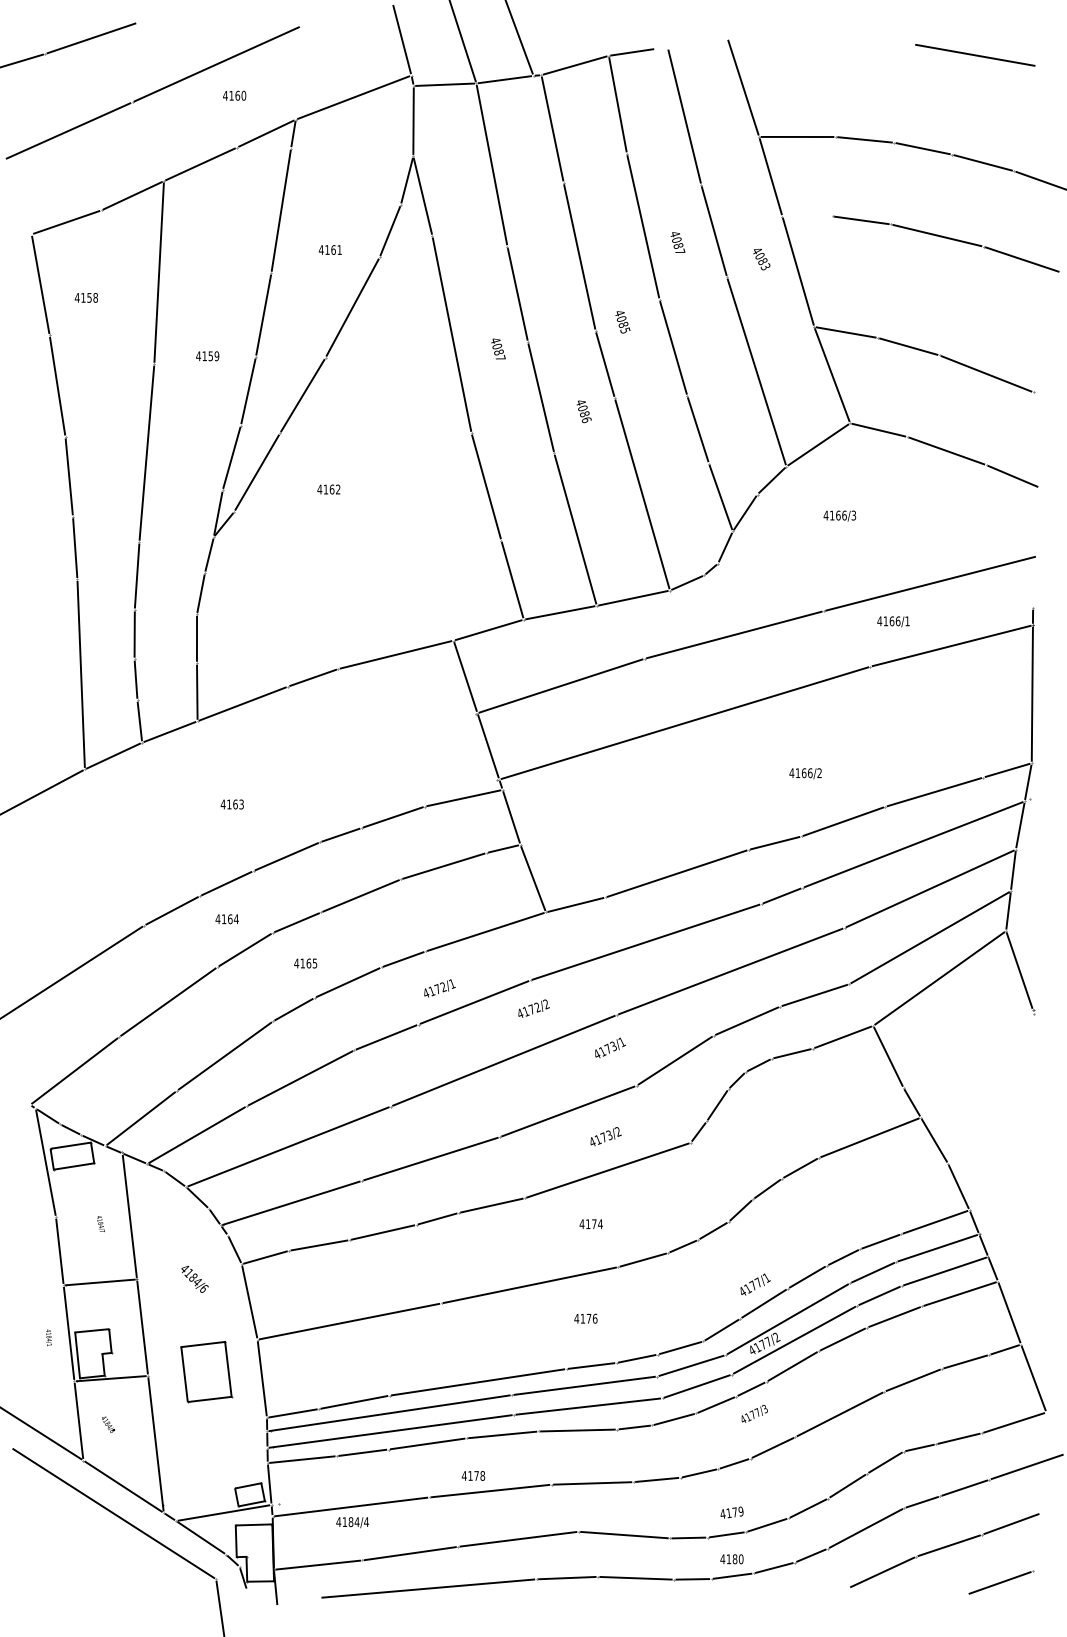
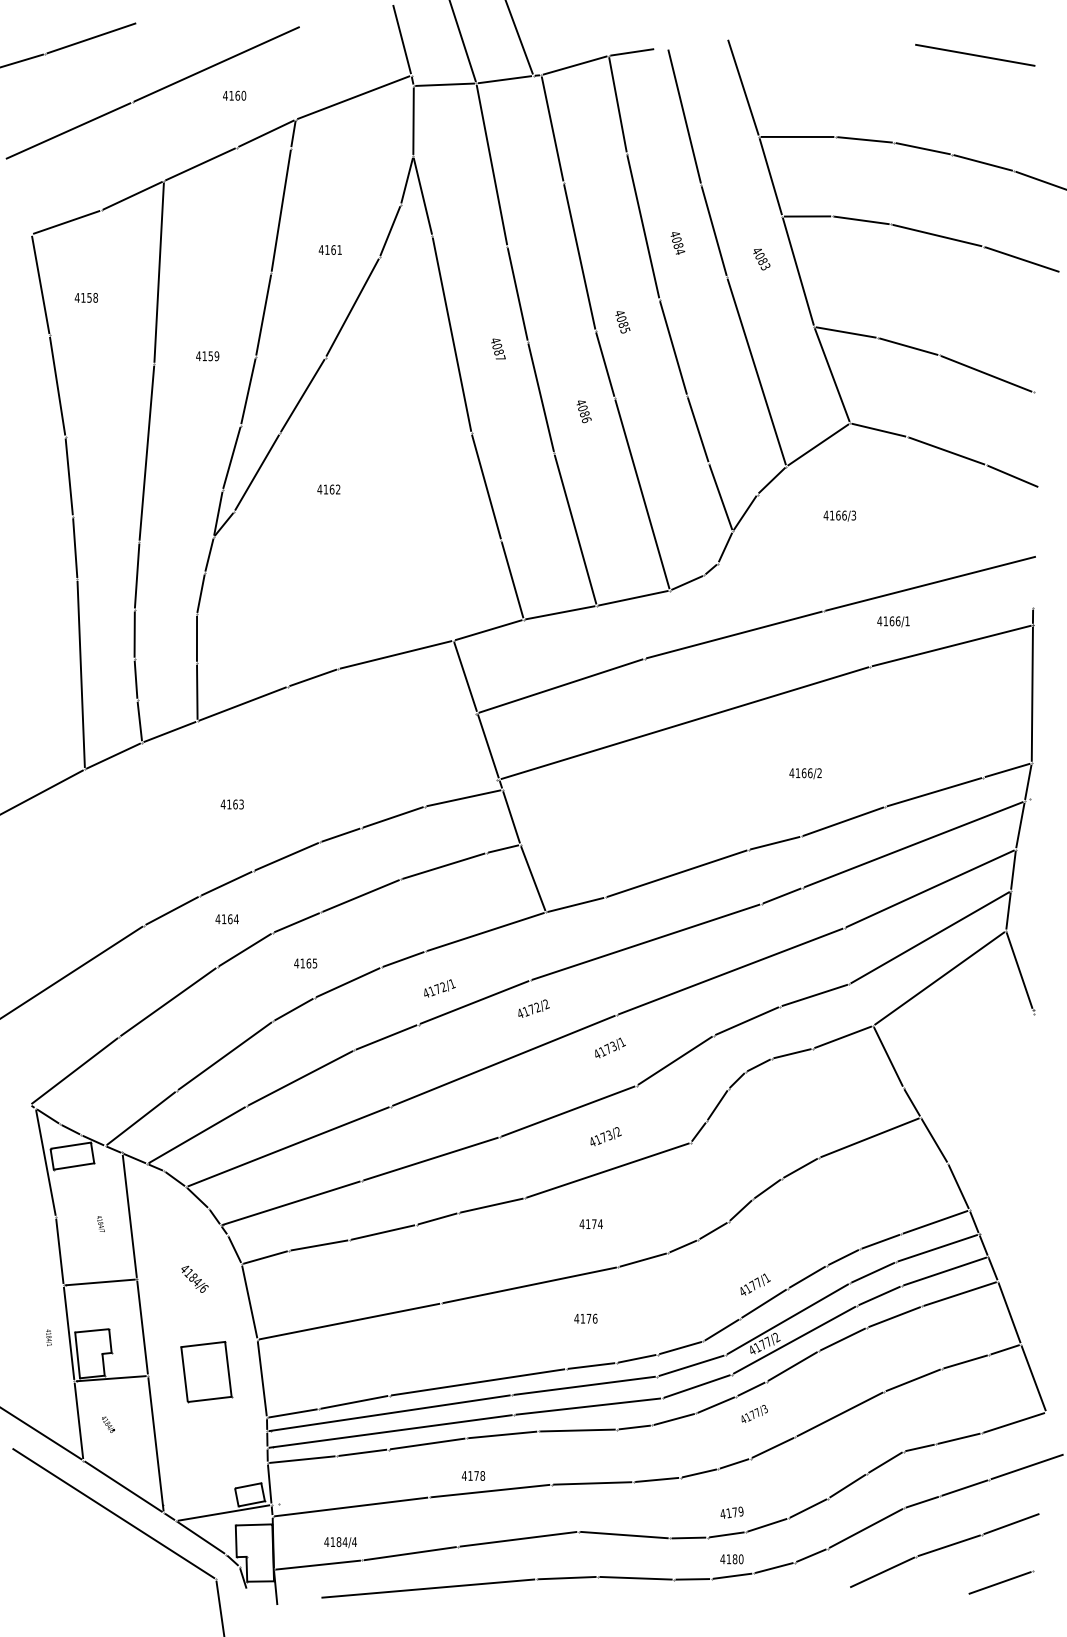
line at (807, 216): none -> present
text at (680, 251): 4087 -> 4084
text at (352, 1522) position: (352, 1522) -> (340, 1542)
